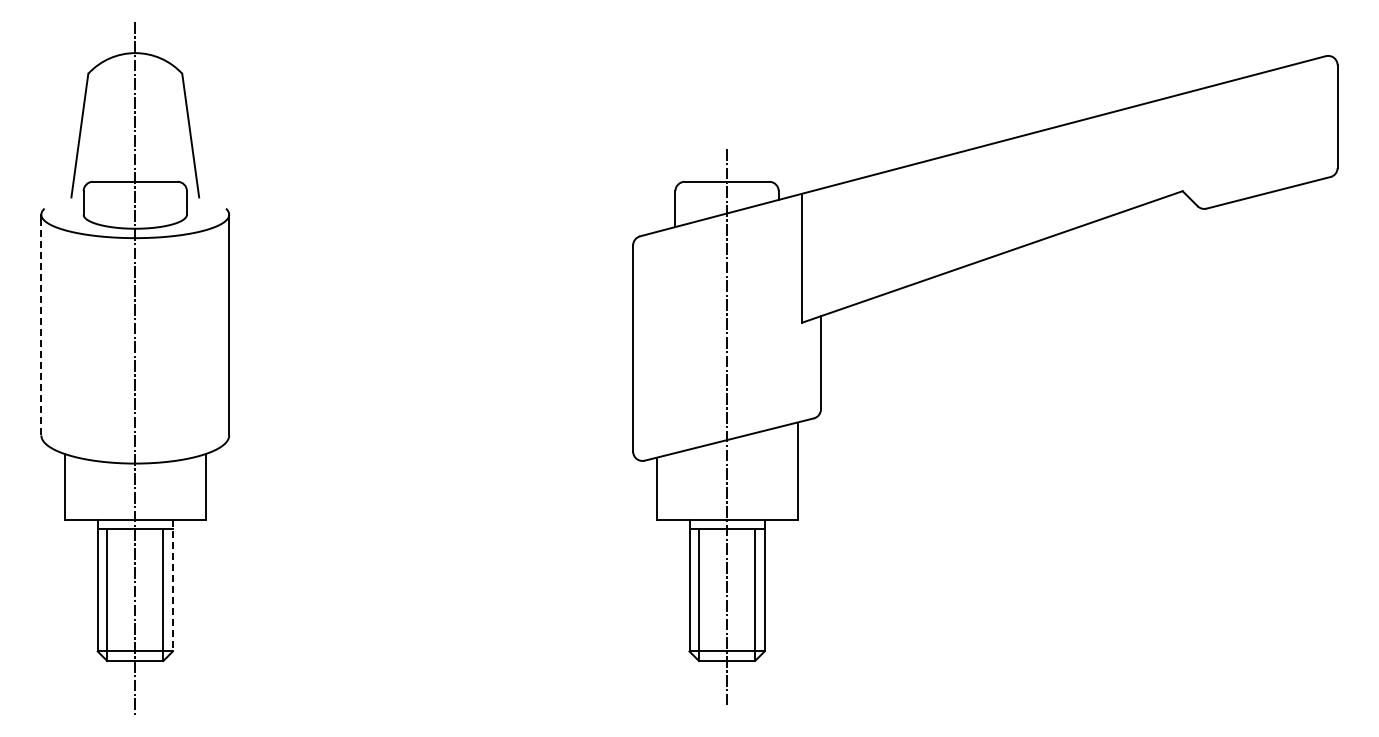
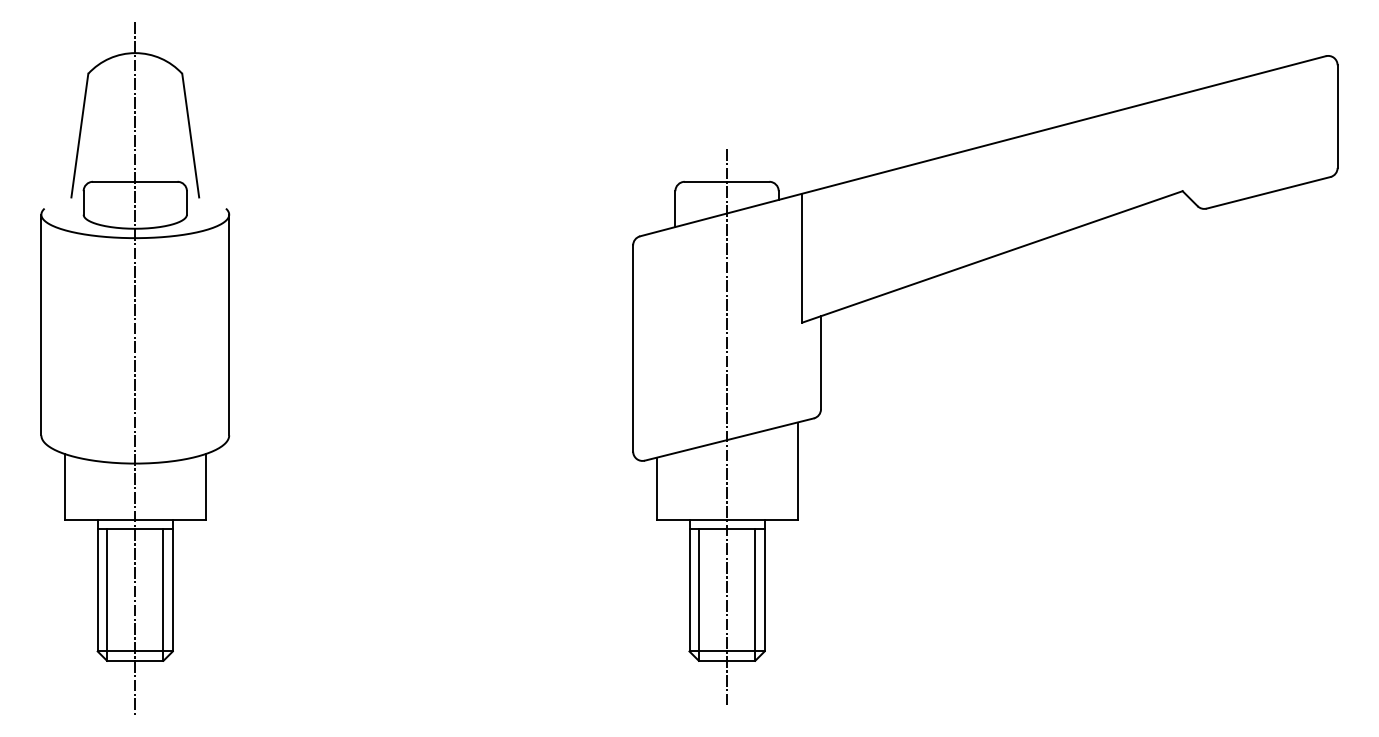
line at (41, 327): dashed -> solid
line at (172, 585): dashed -> solid
